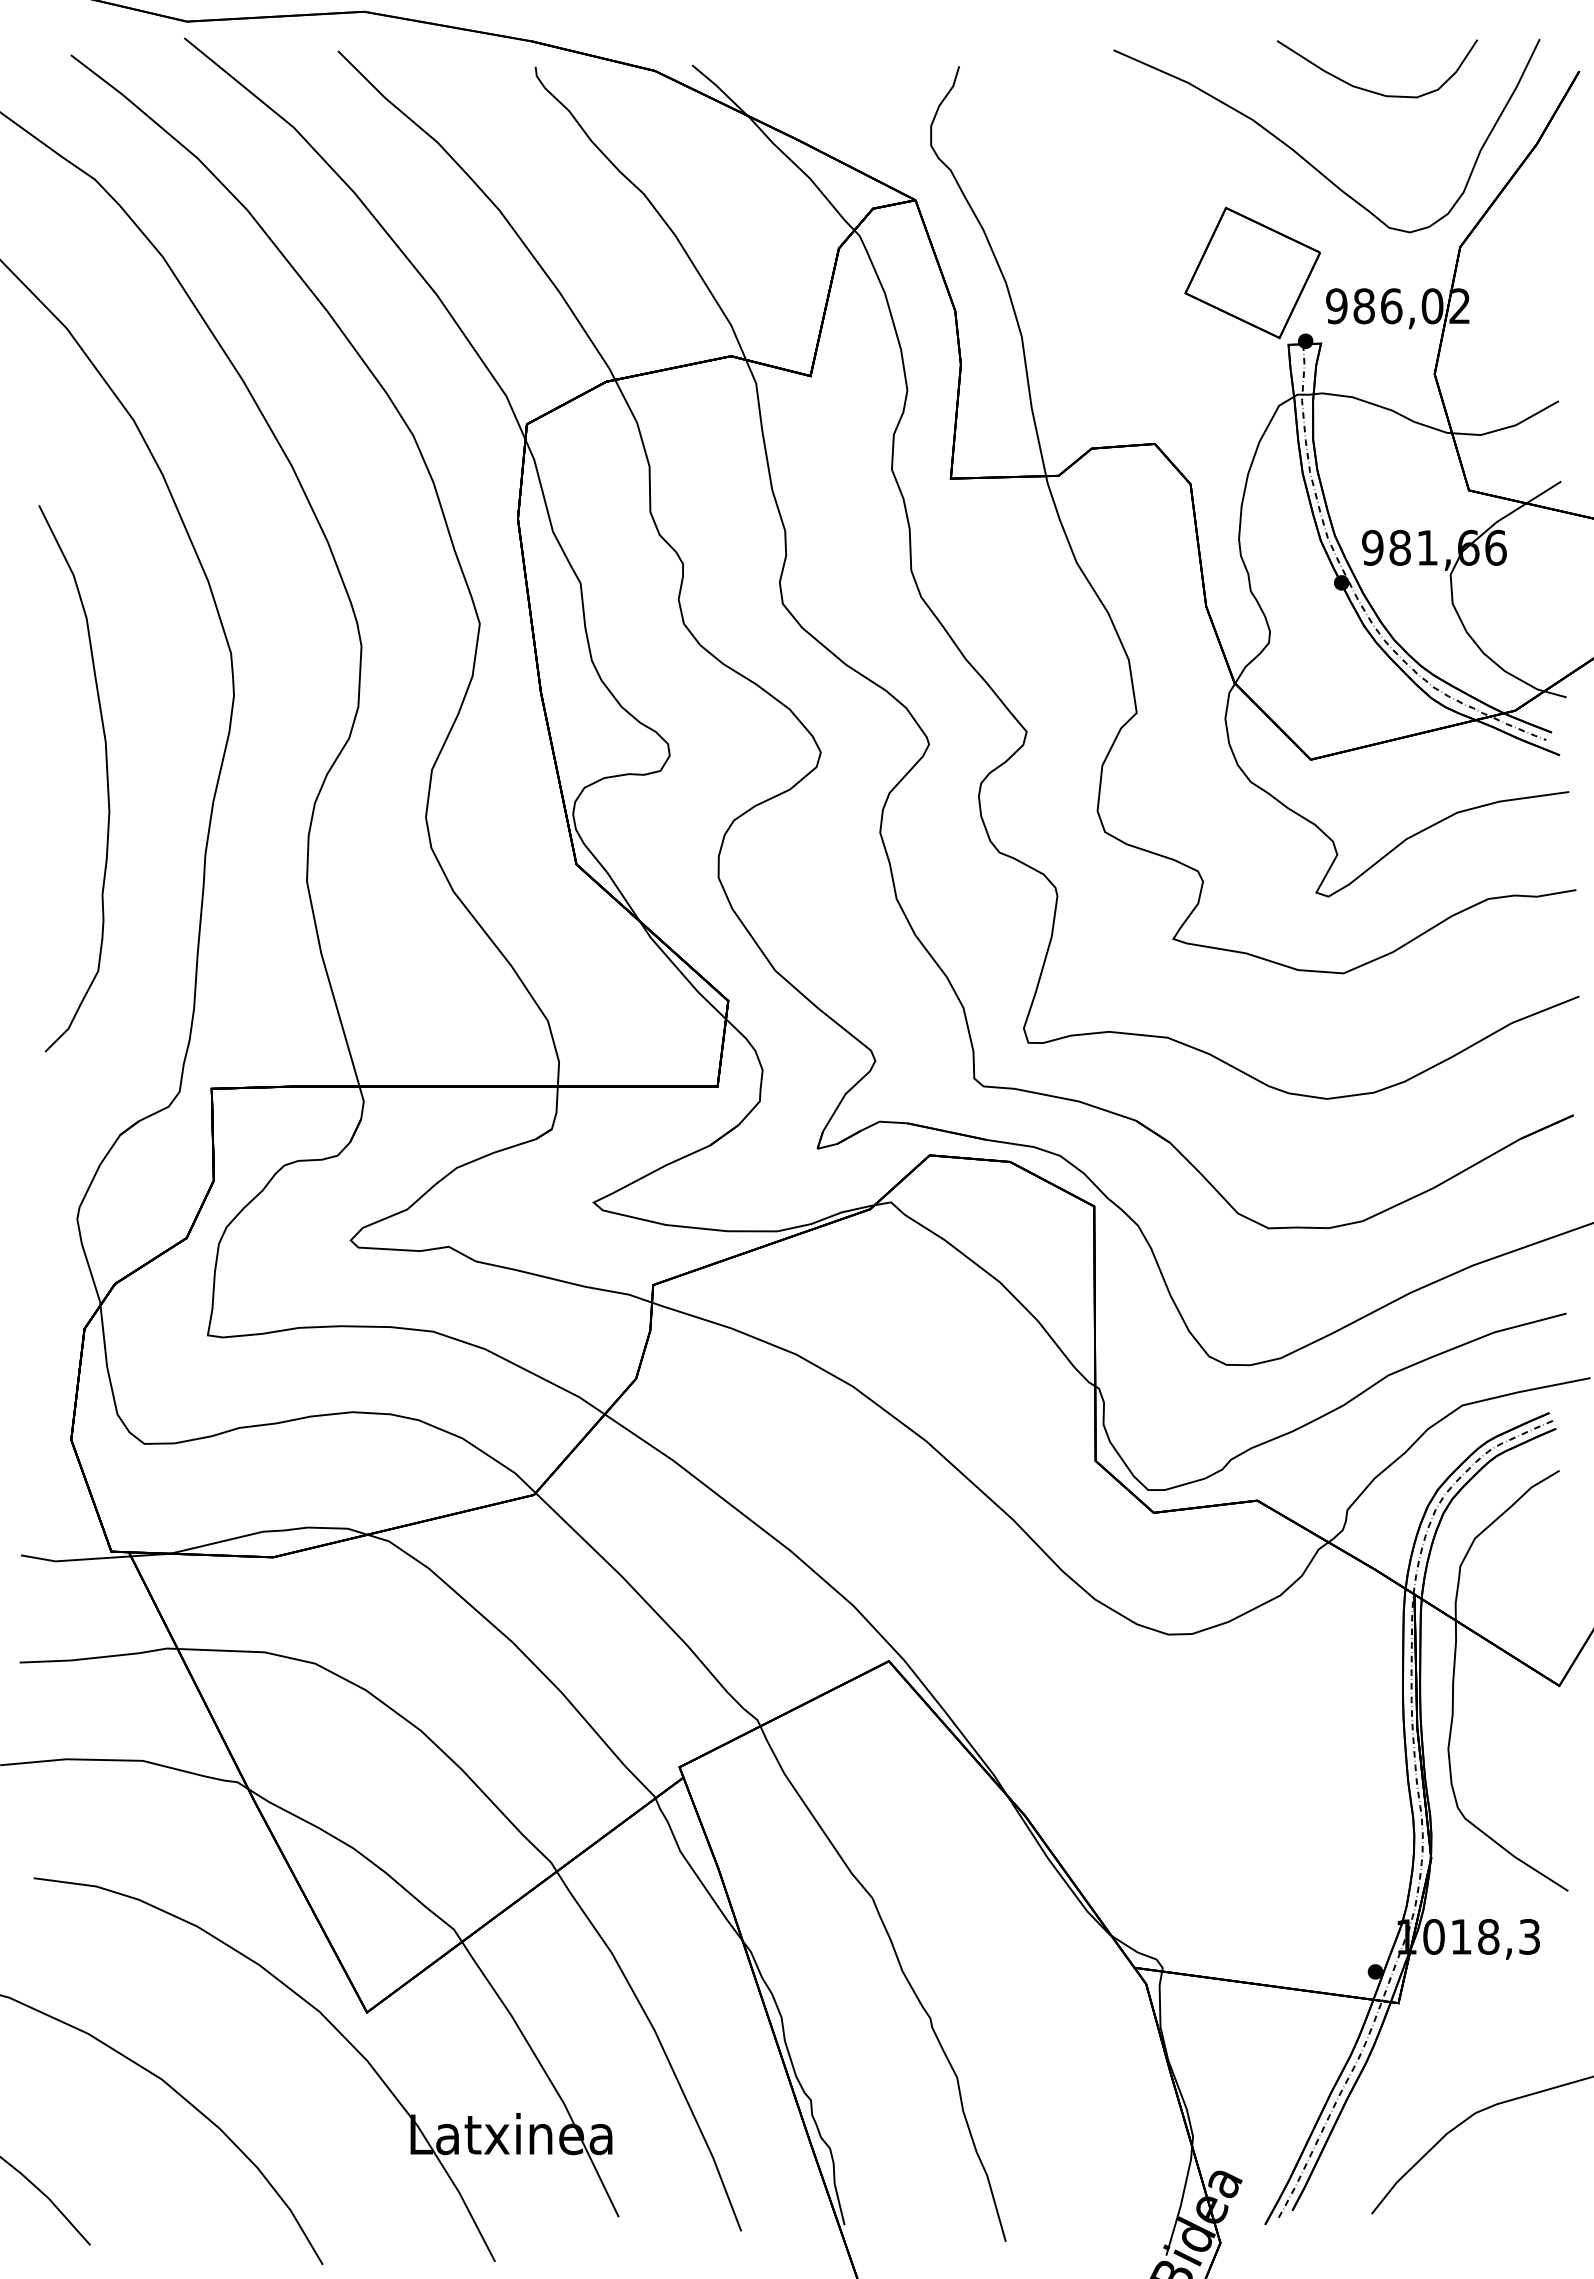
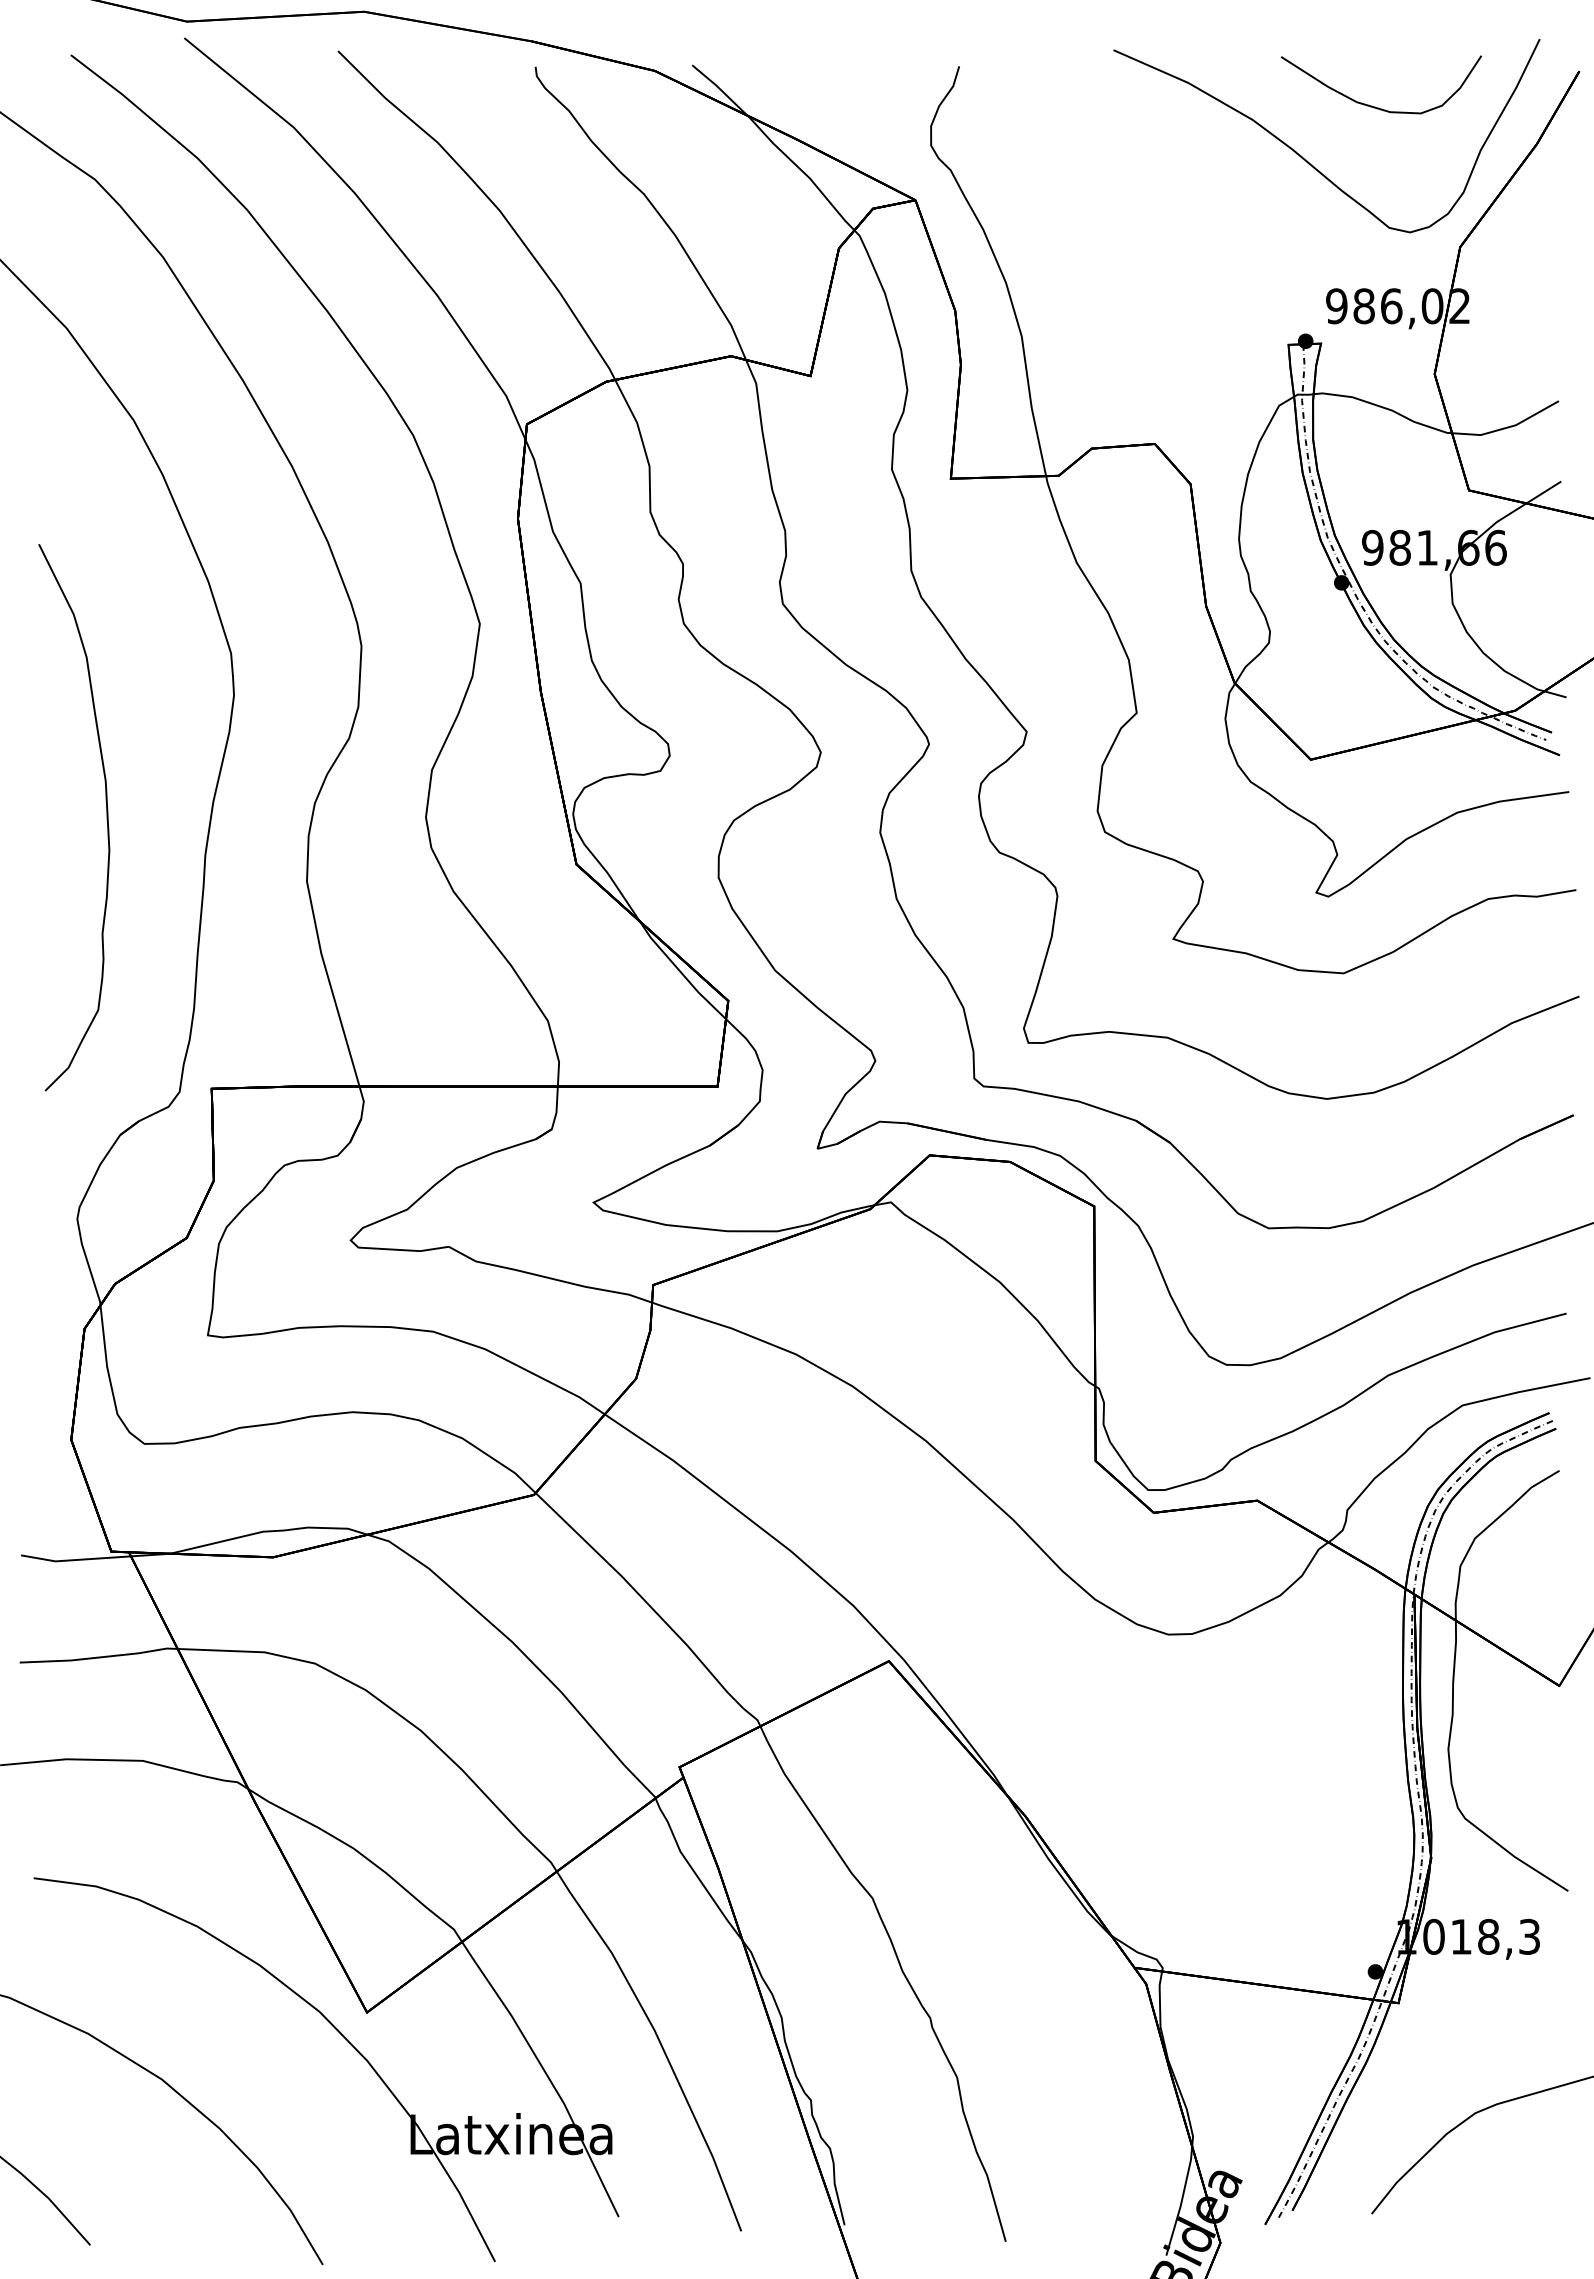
curve at (1371, 90) position: (1371, 90) -> (1375, 106)
part at (1252, 272): present -> none
curve at (106, 778) position: (106, 778) -> (106, 817)
